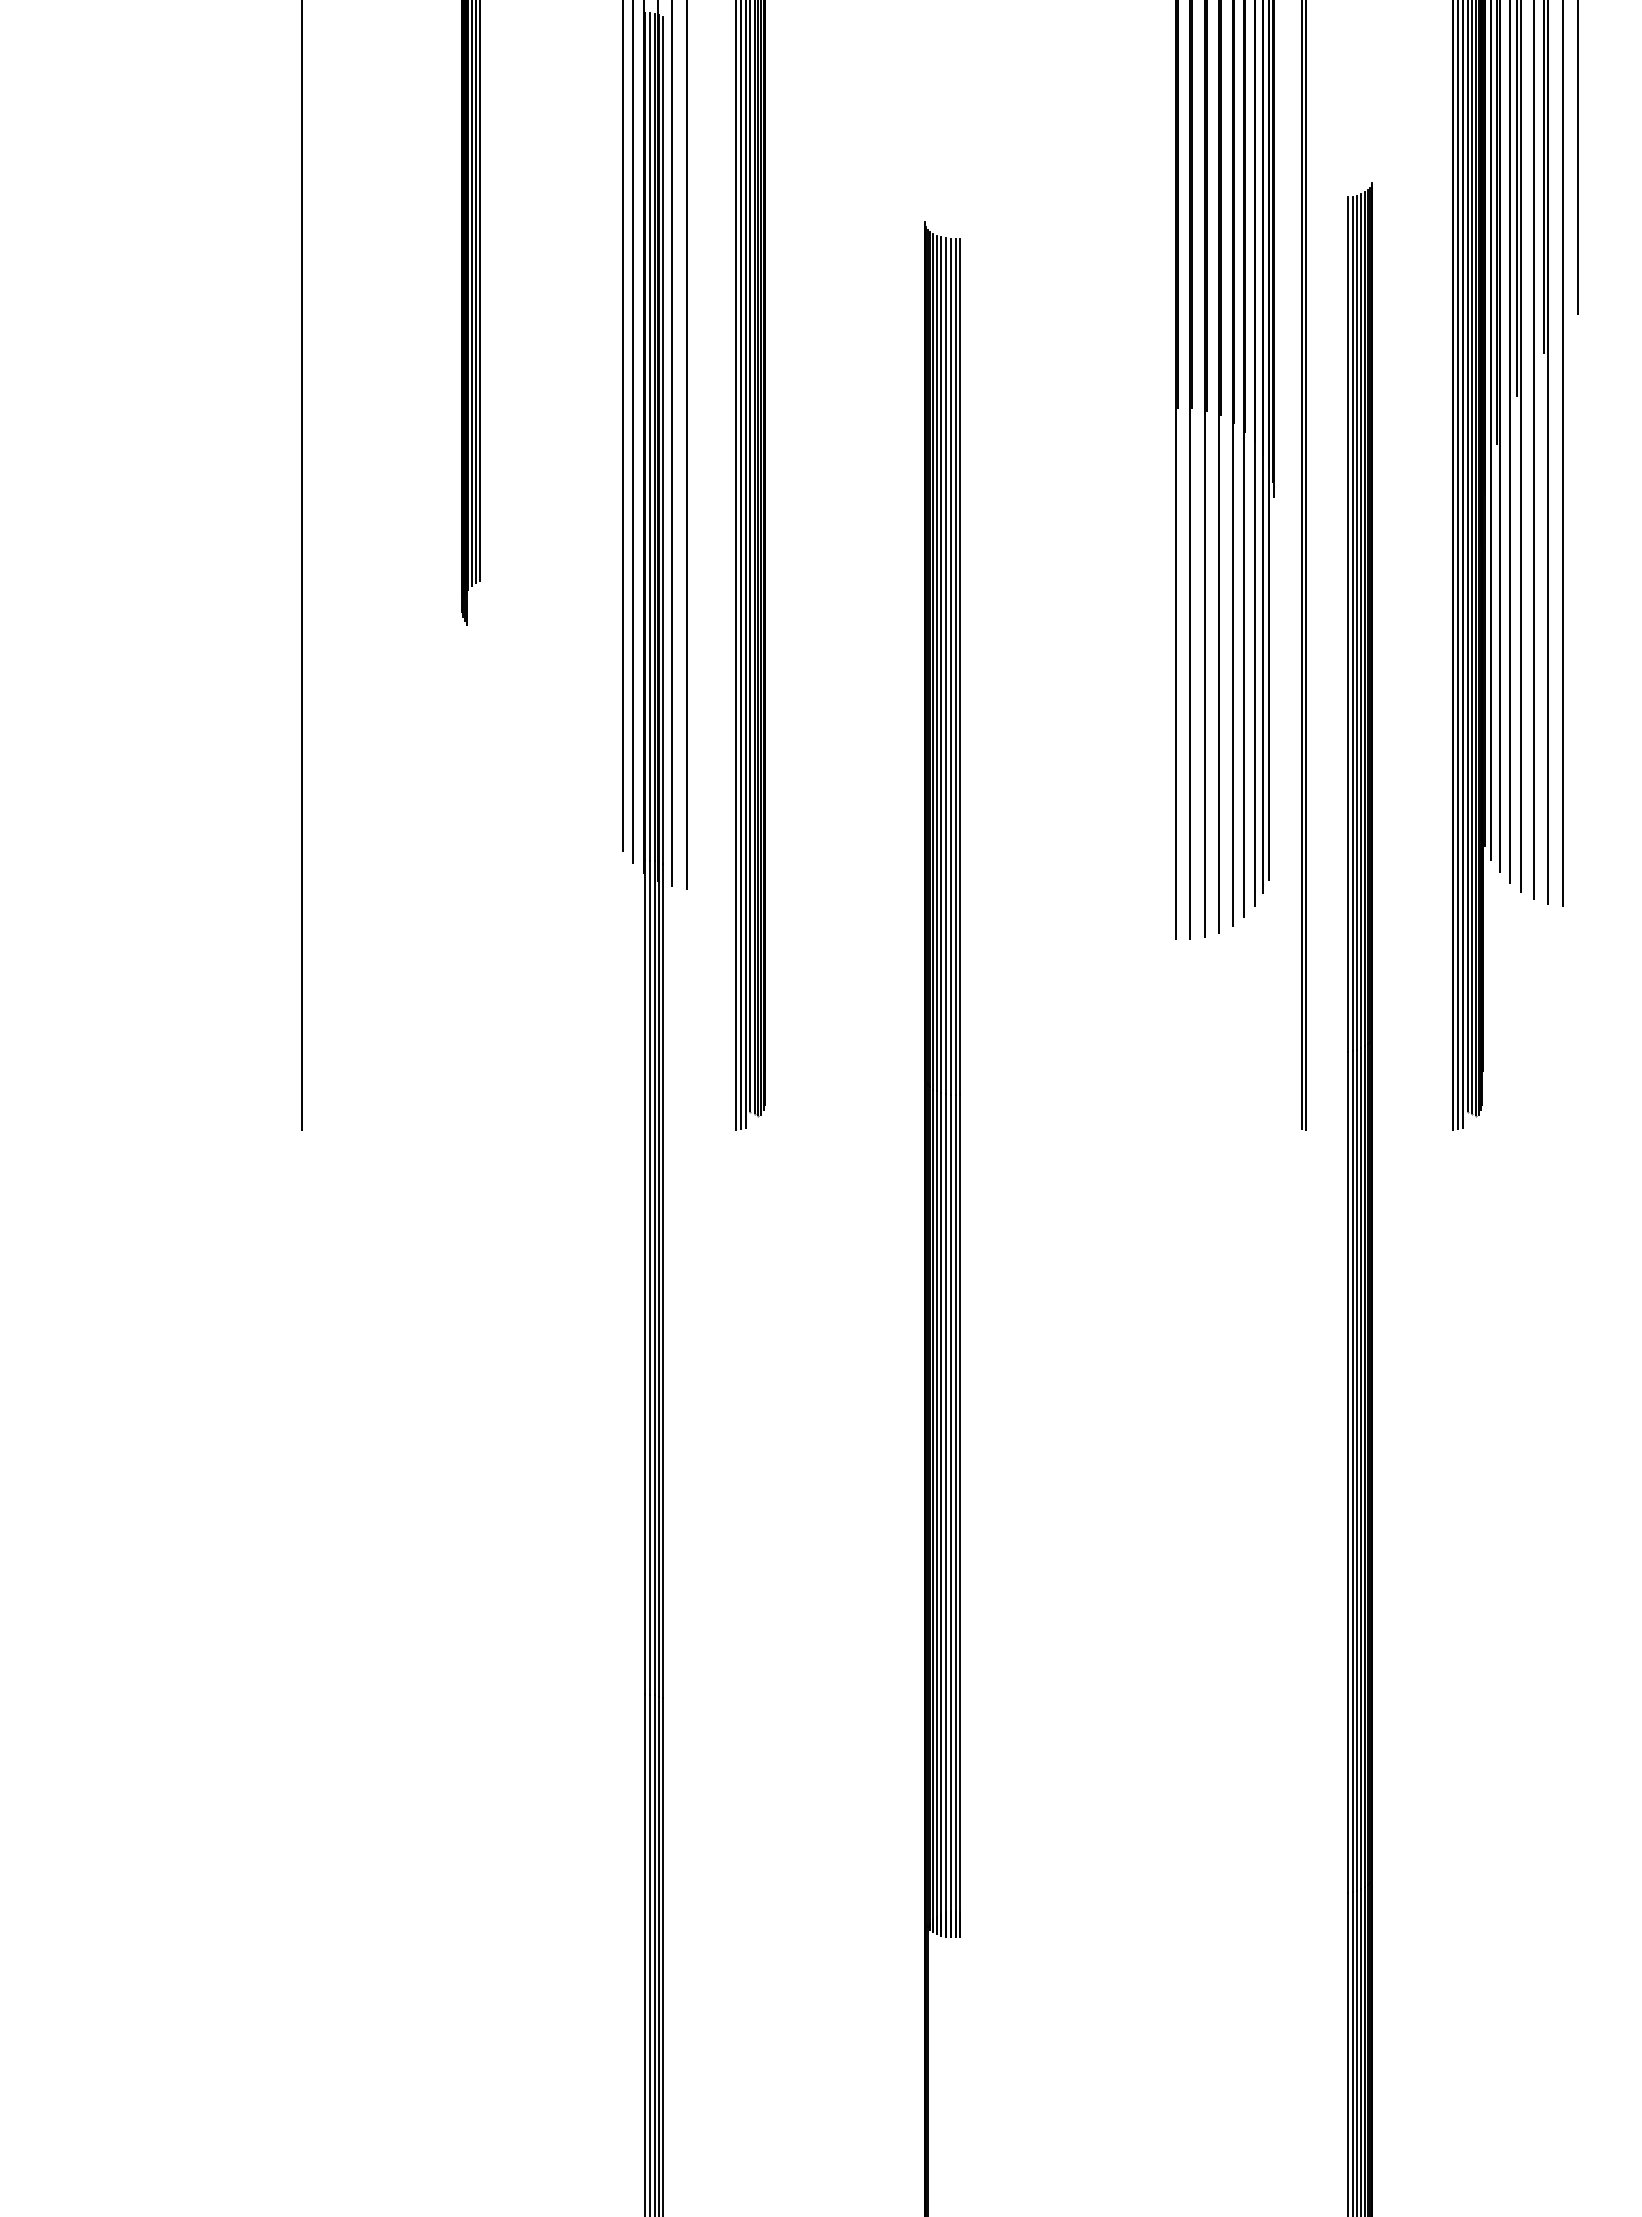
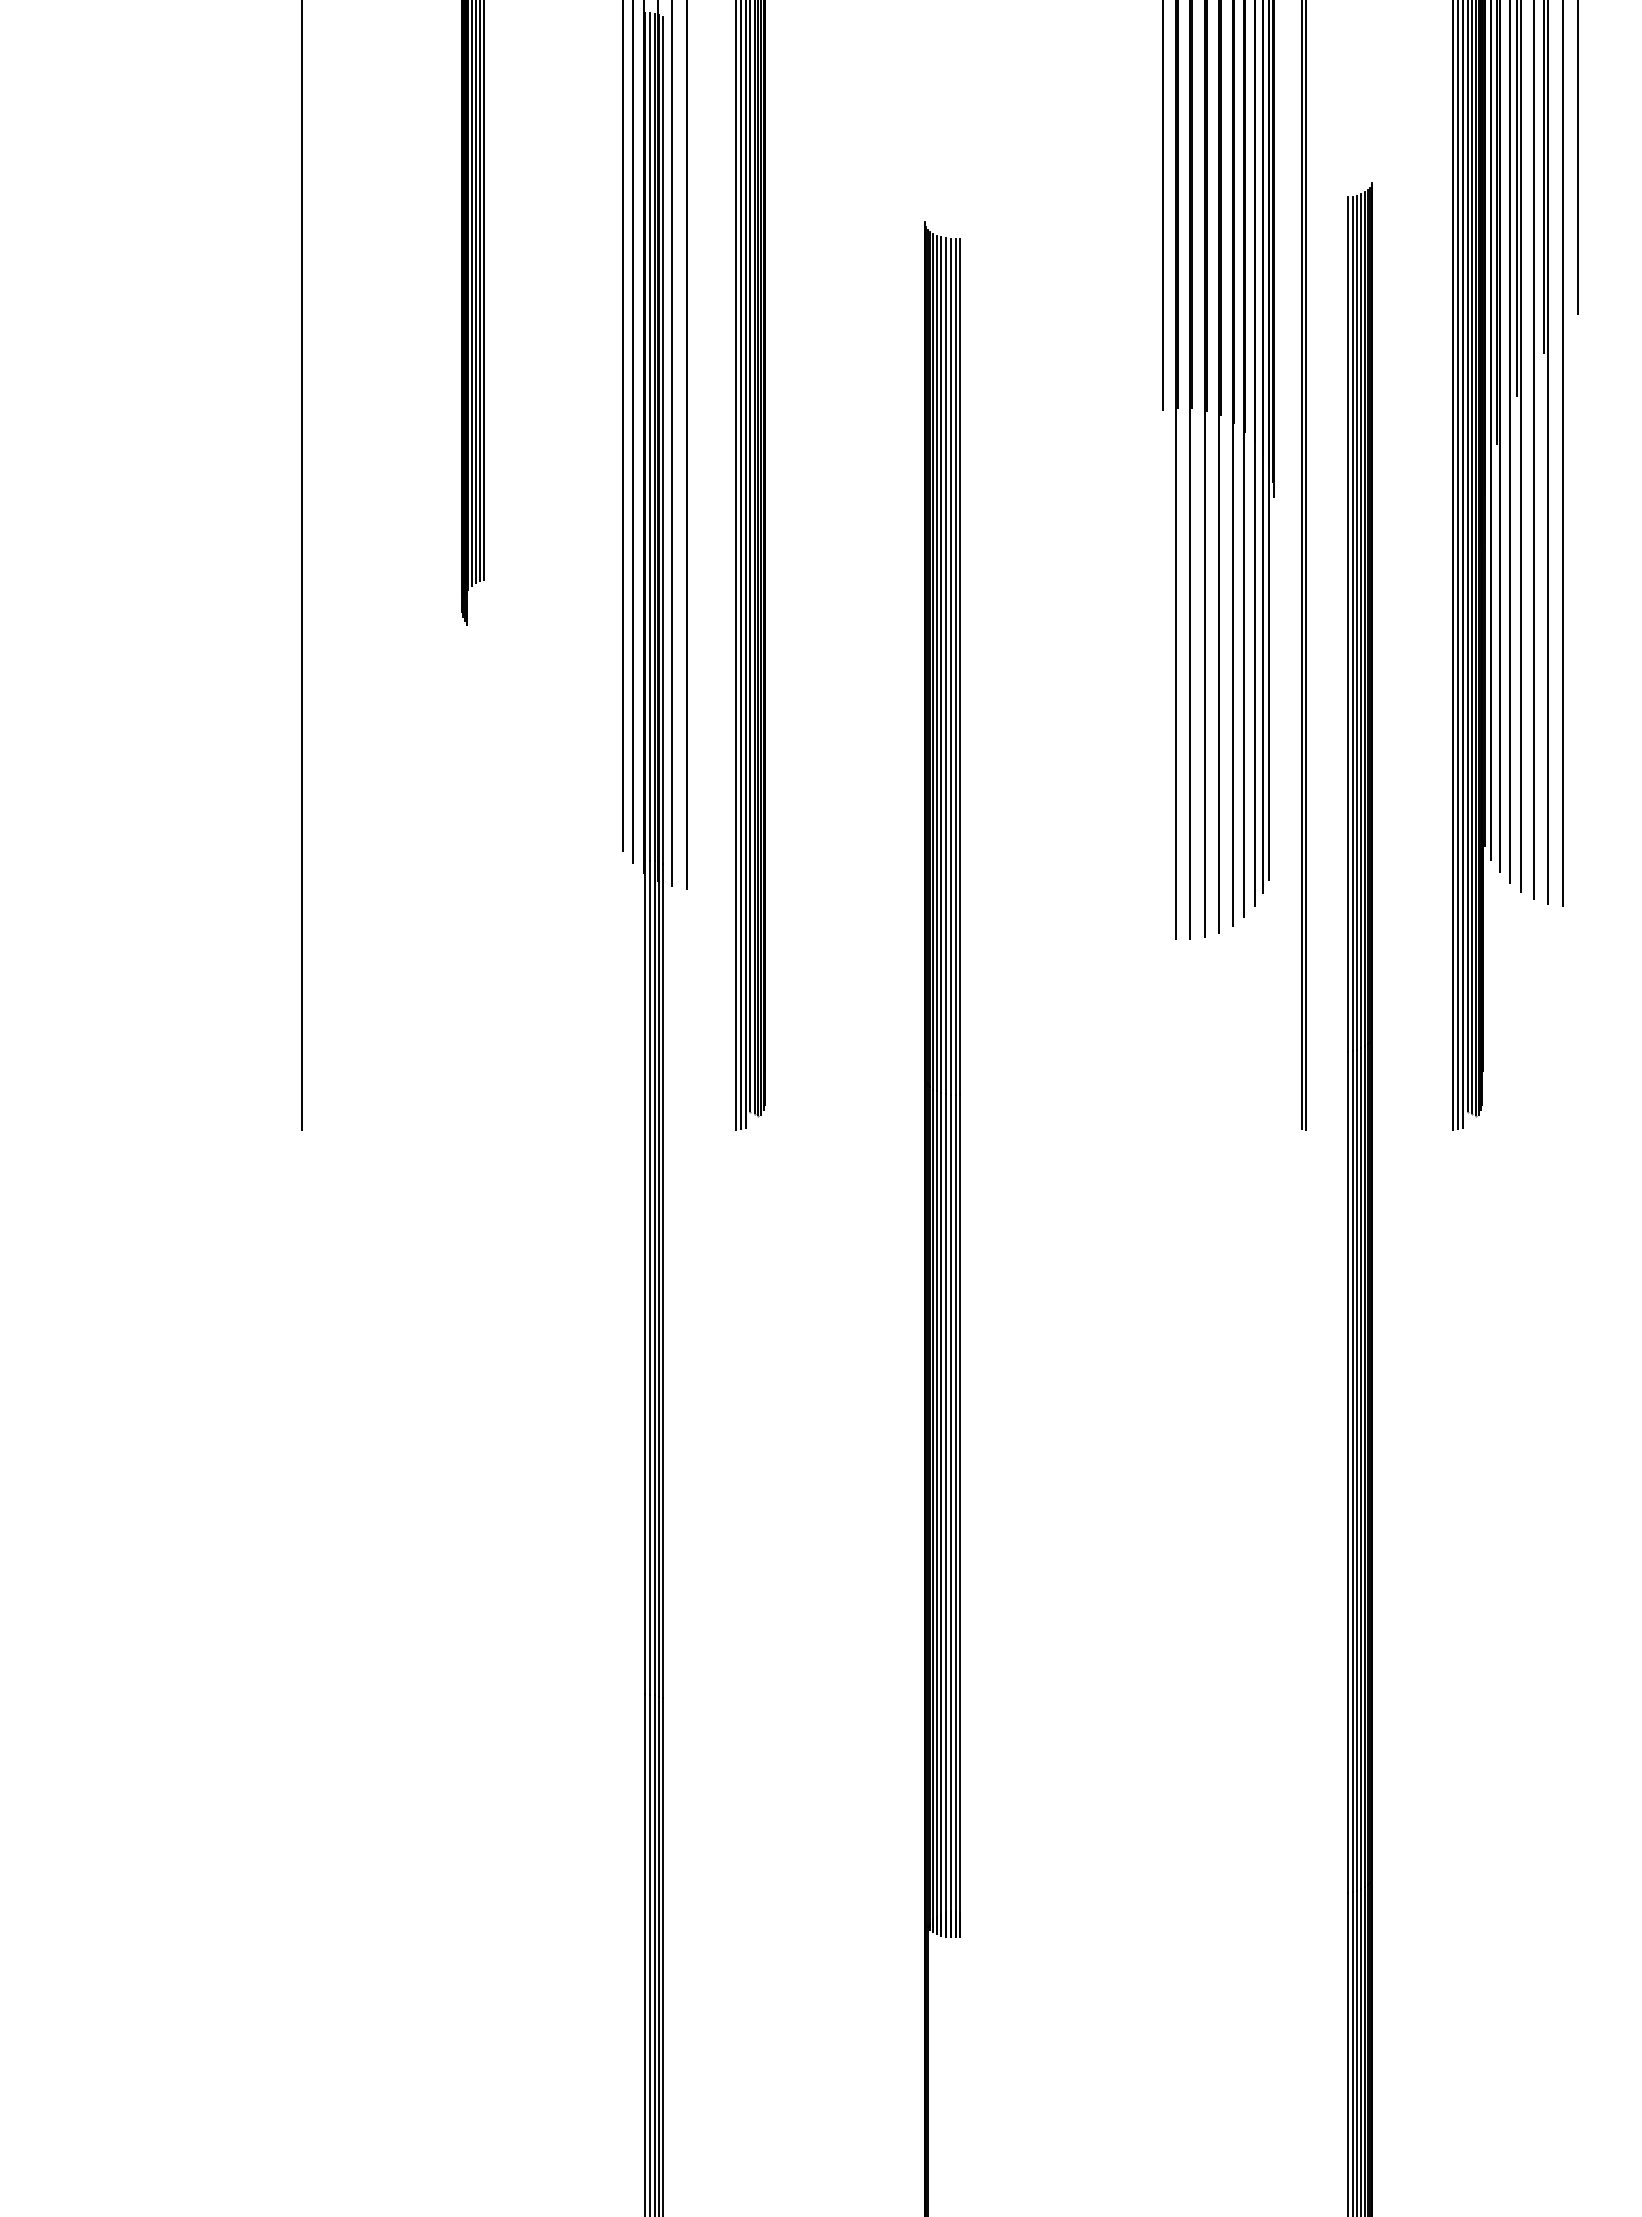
line at (1163, 206): none -> present
line at (484, 291): none -> present
